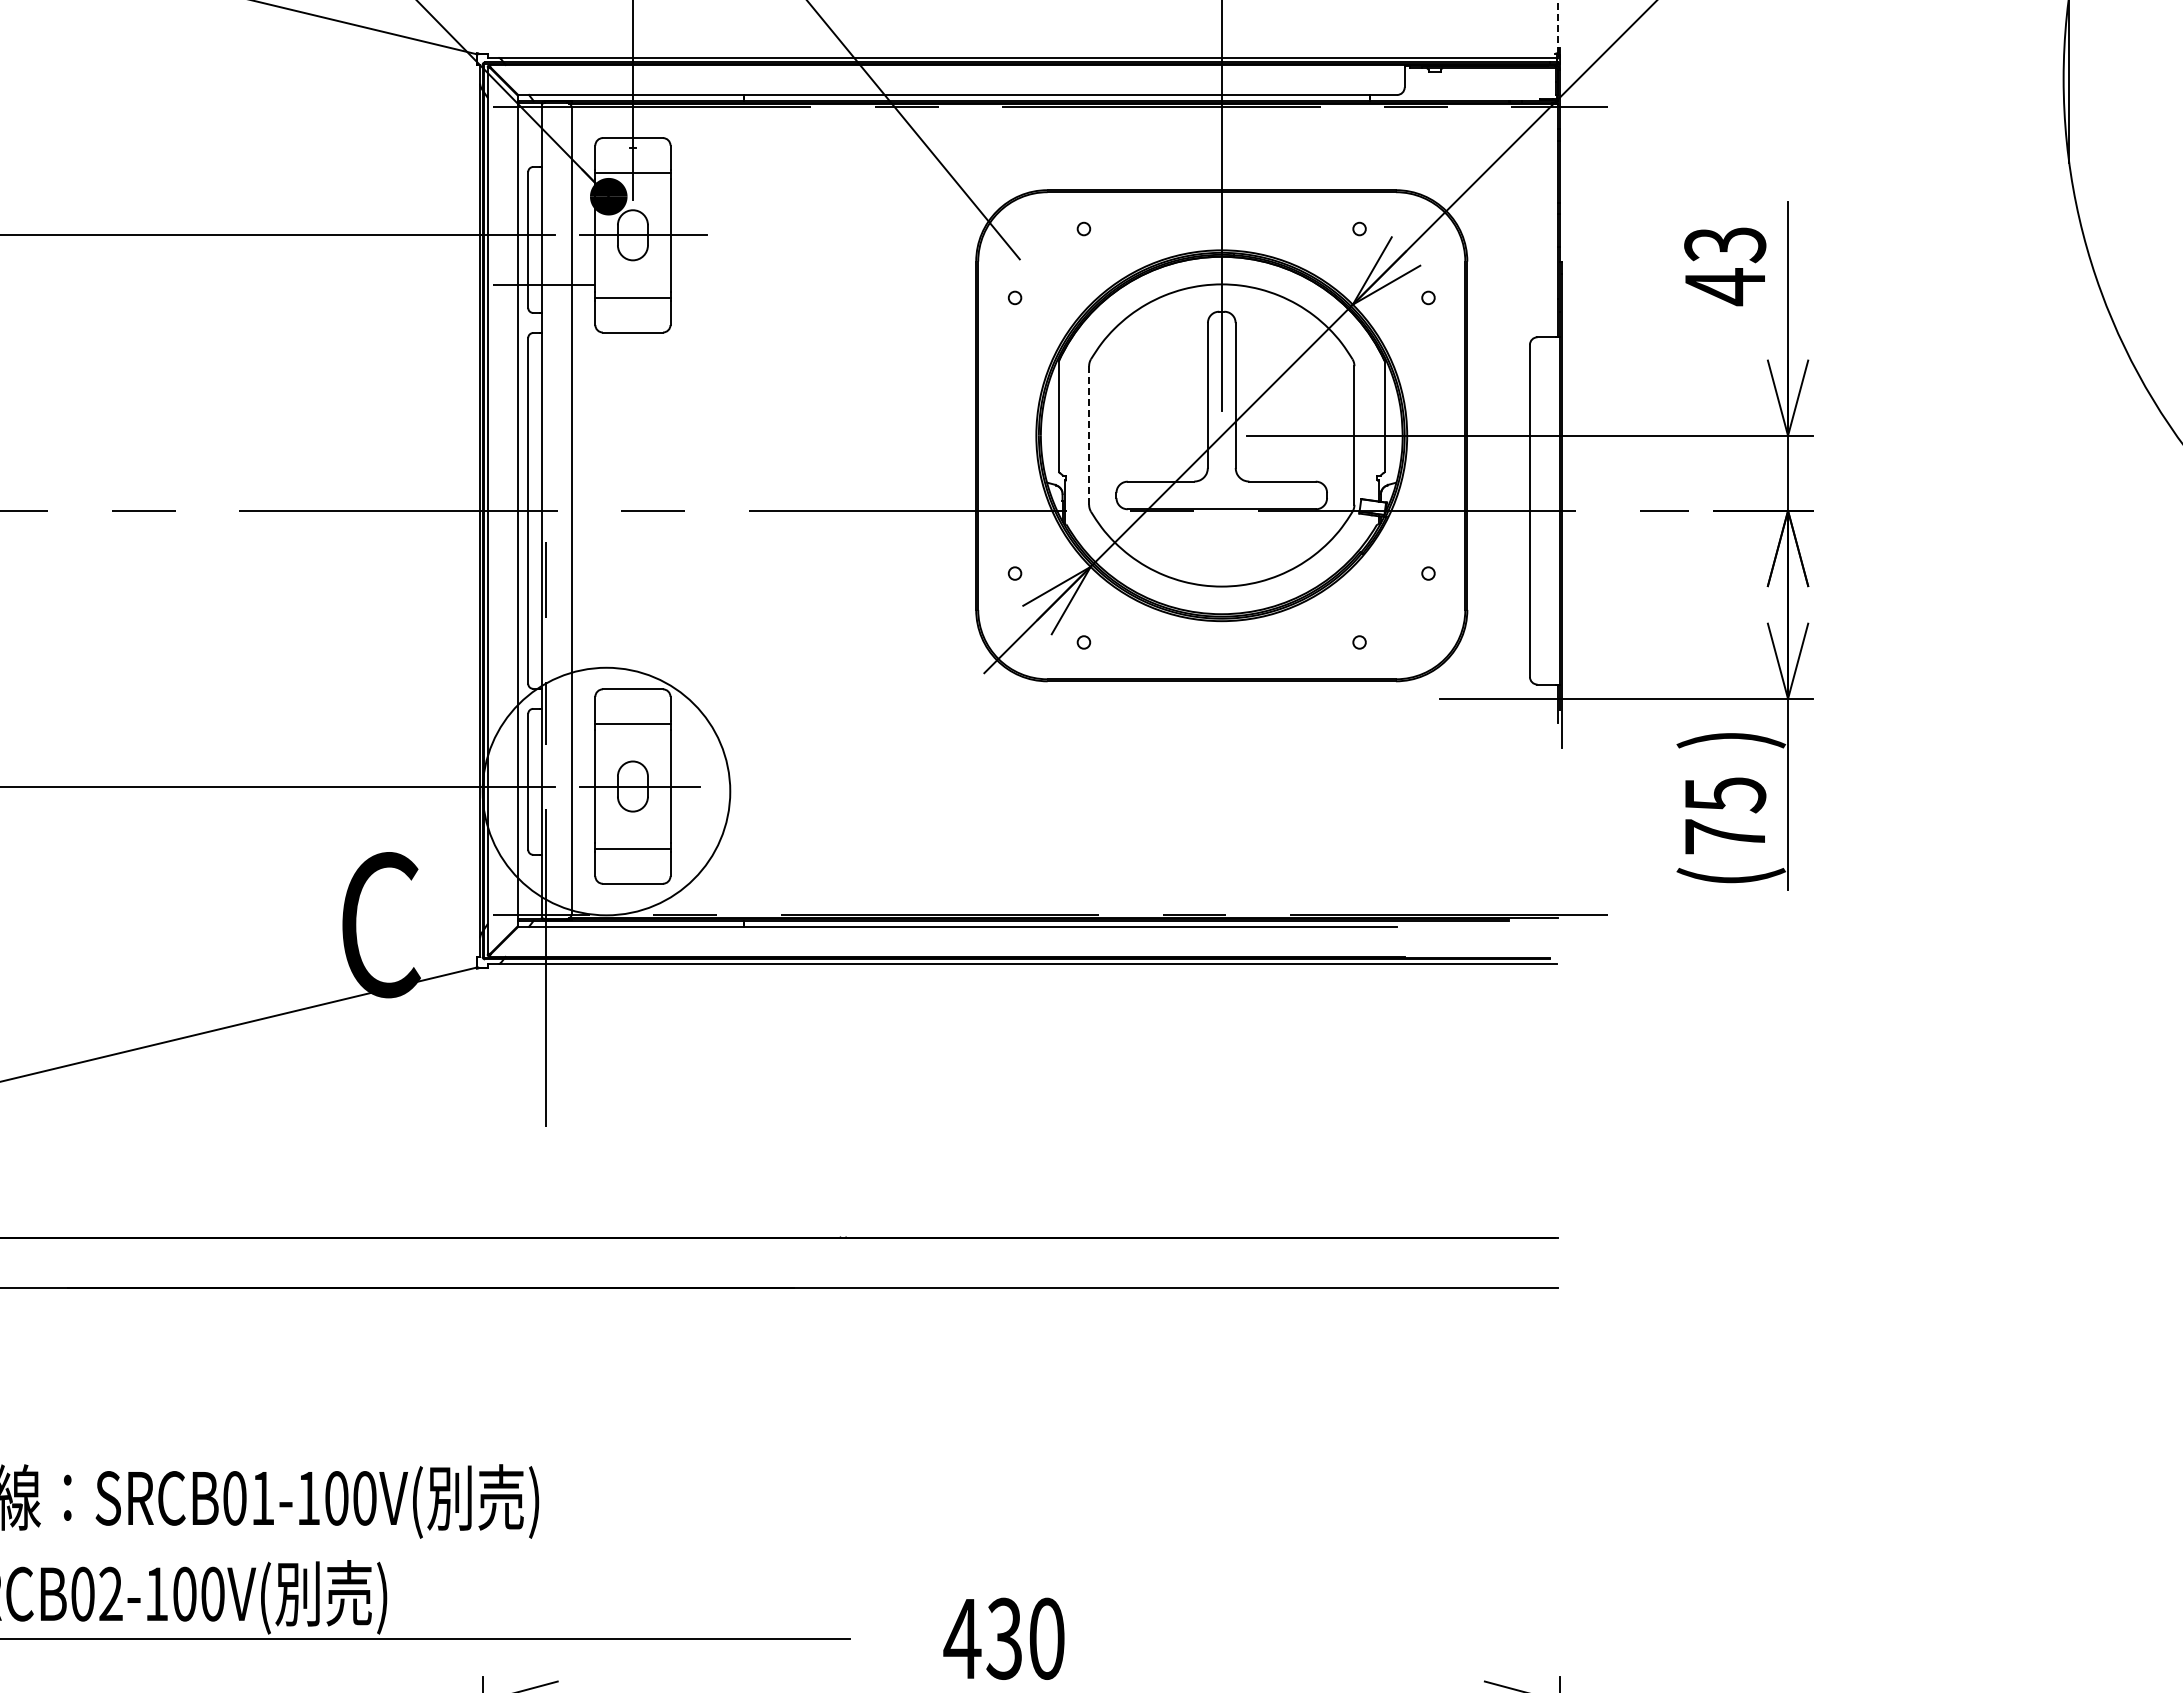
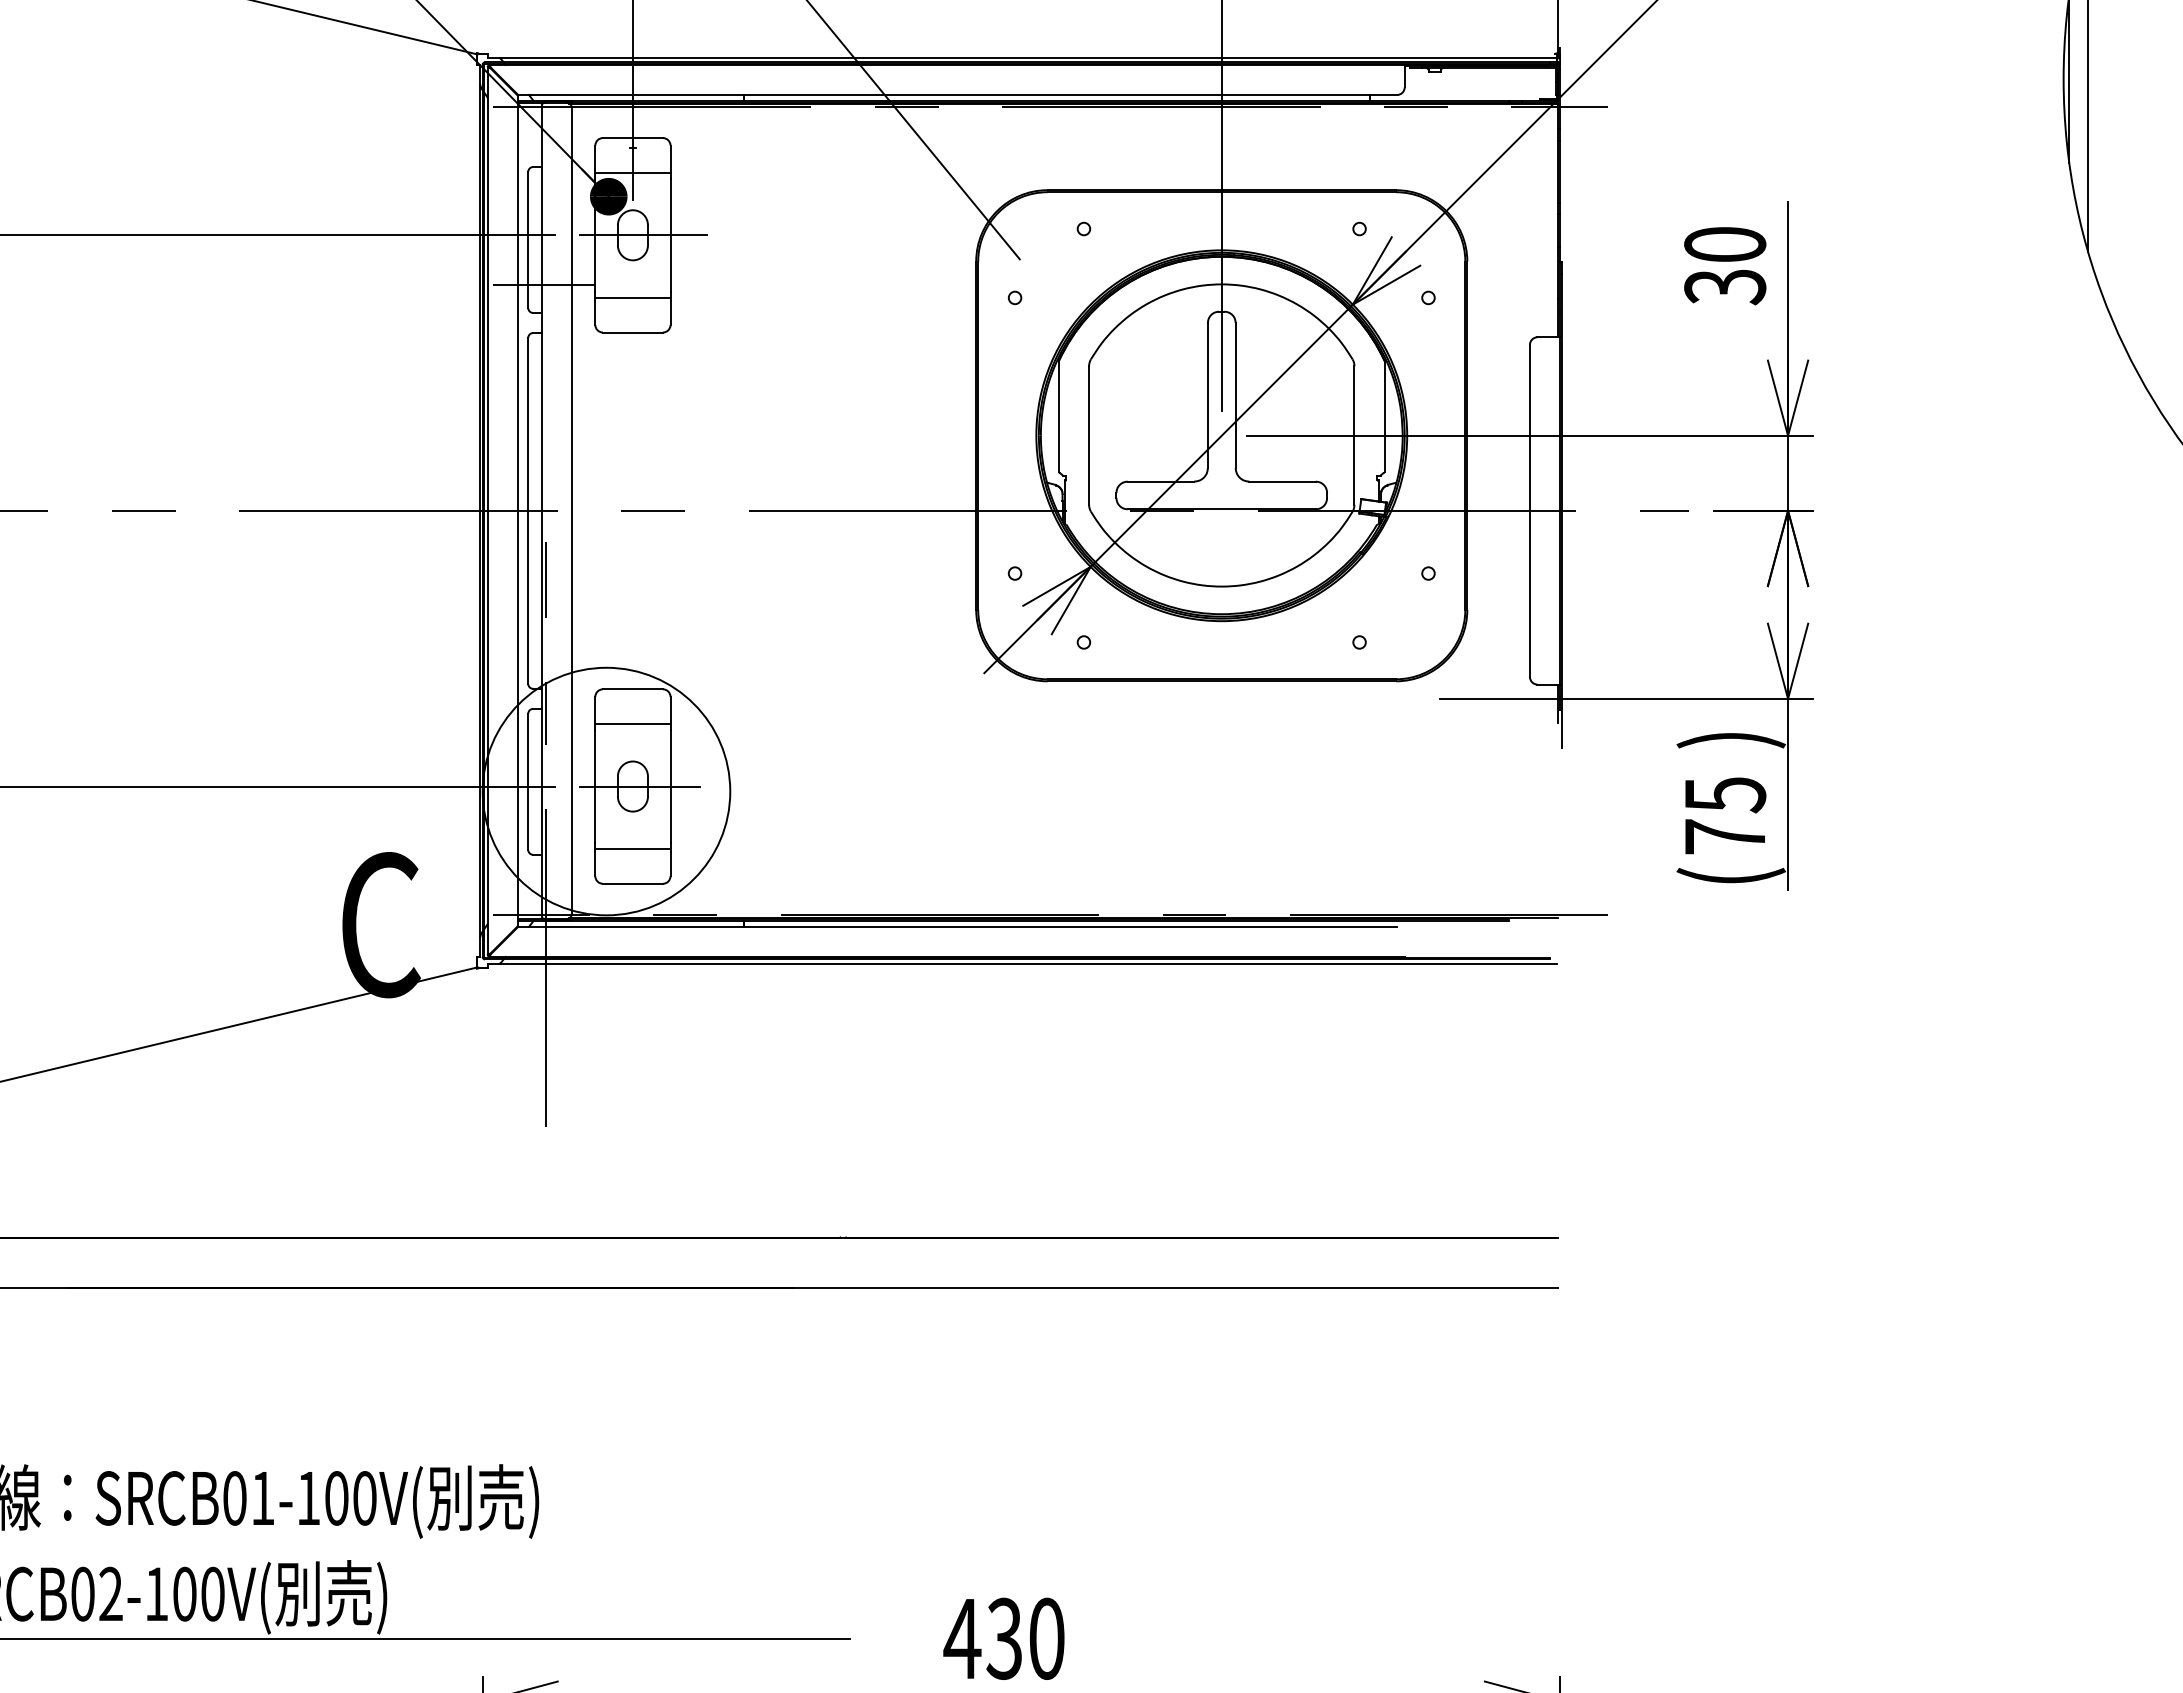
line at (1558, 26): dashed -> solid
line at (2088, 126): none -> present
text at (1725, 266): 43 -> 30
line at (1089, 435): dashed -> solid
